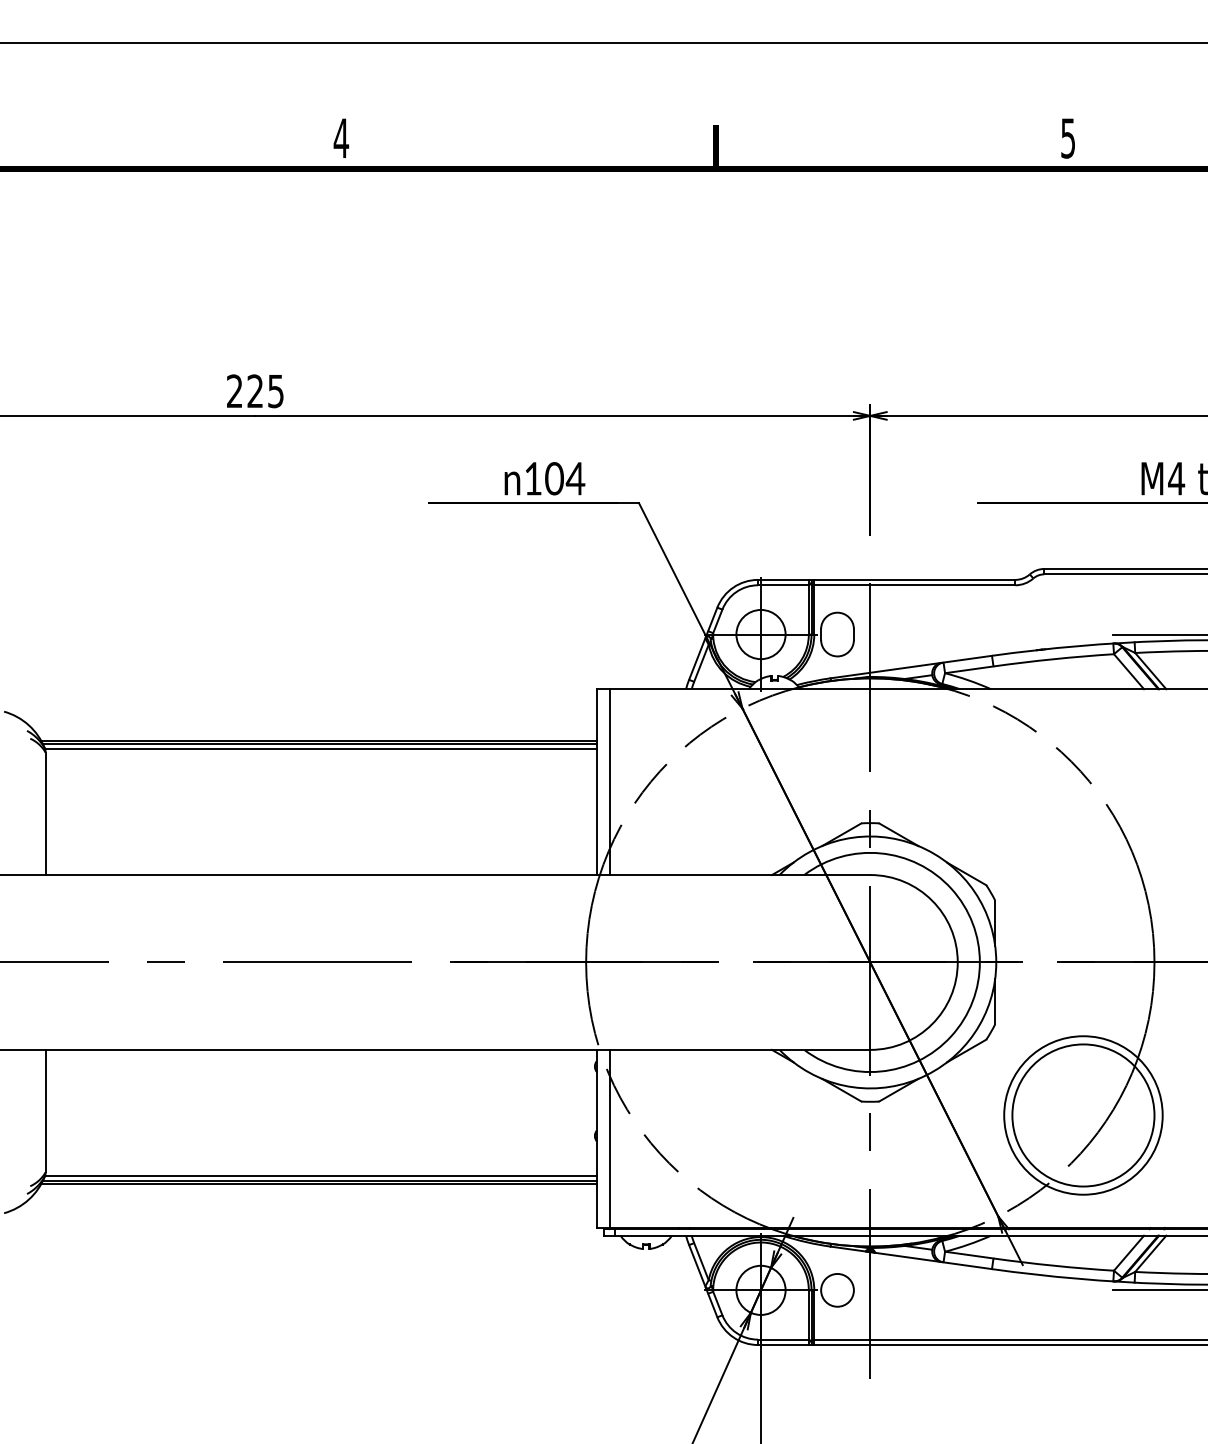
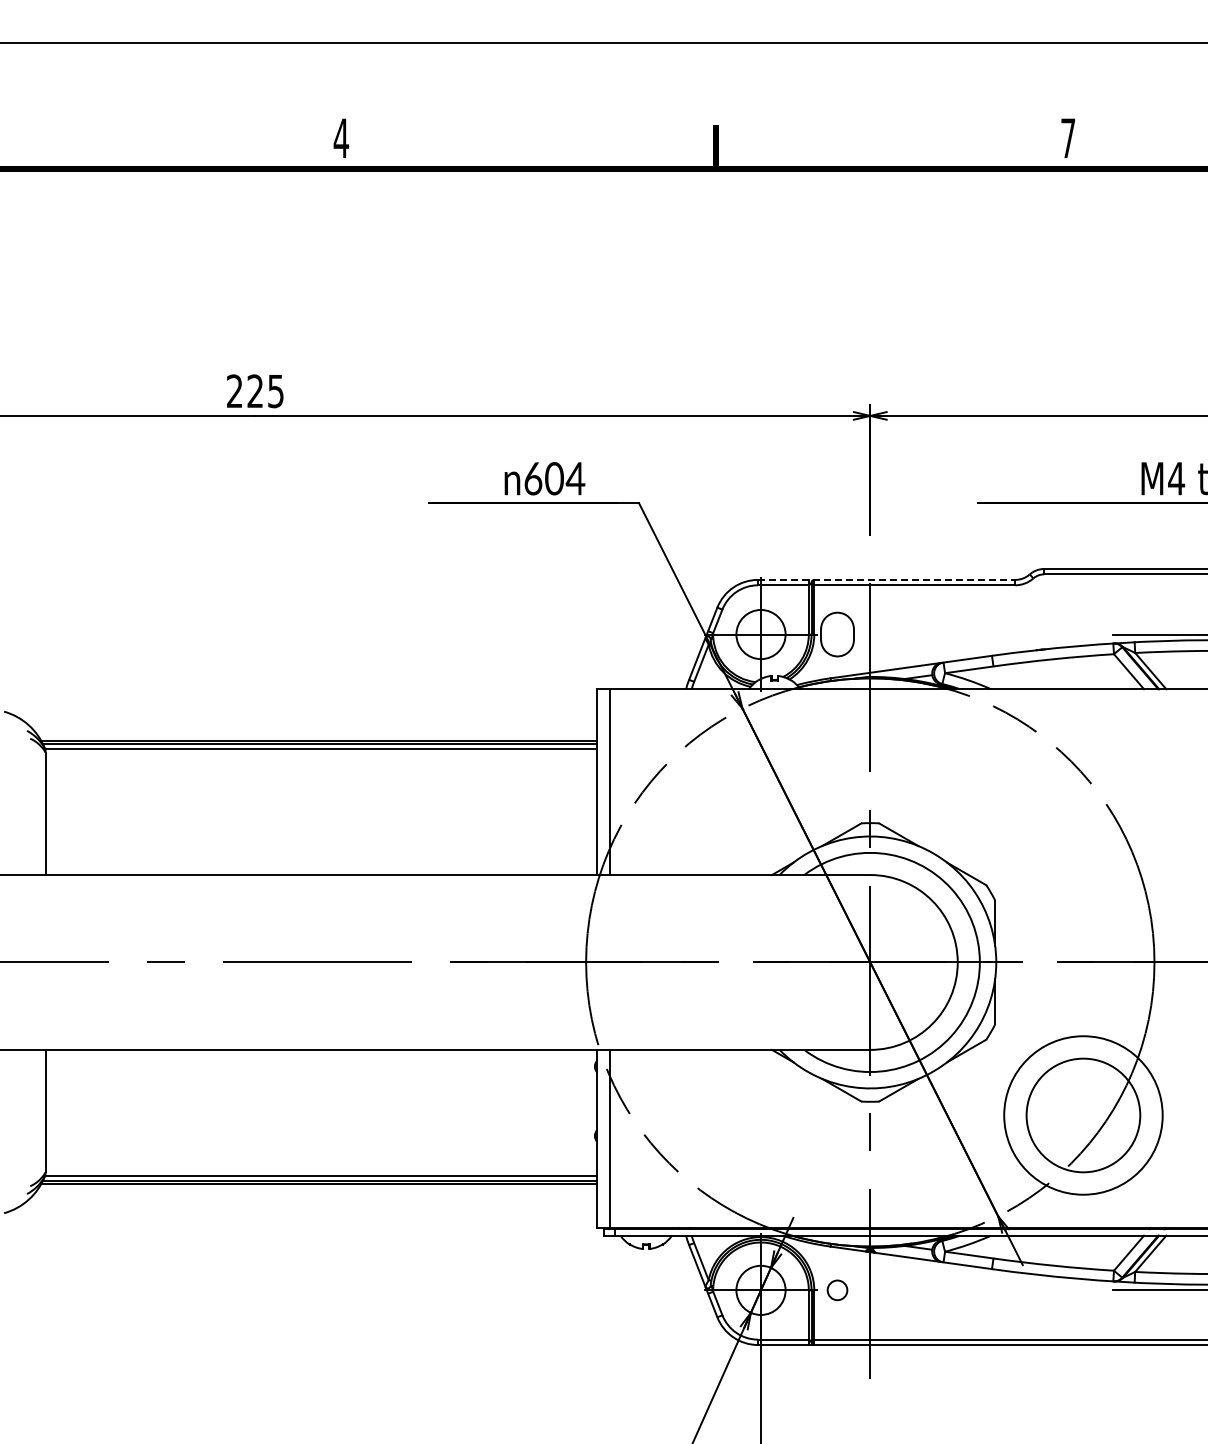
text at (1068, 138): 5 -> 7
text at (533, 478): 104 -> 604
line at (886, 579): solid -> dashed
circle at (1083, 1115) diameter: 142 px -> 114 px
circle at (837, 1289) diameter: 33 px -> 20 px
